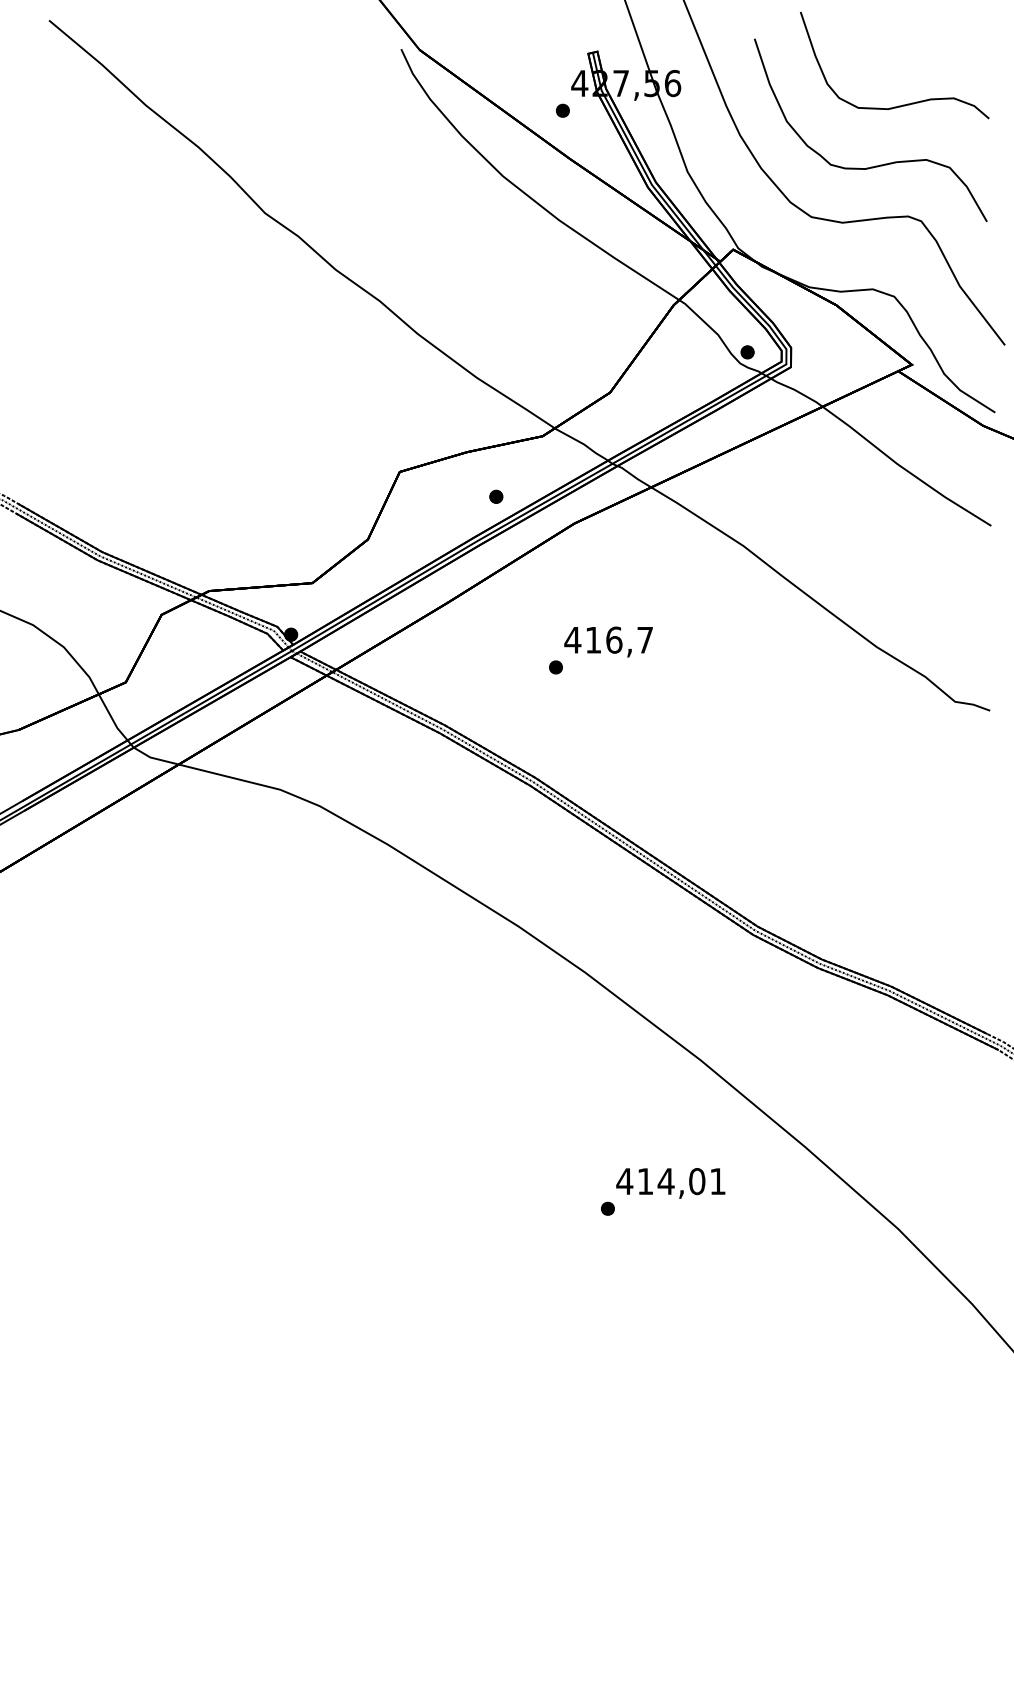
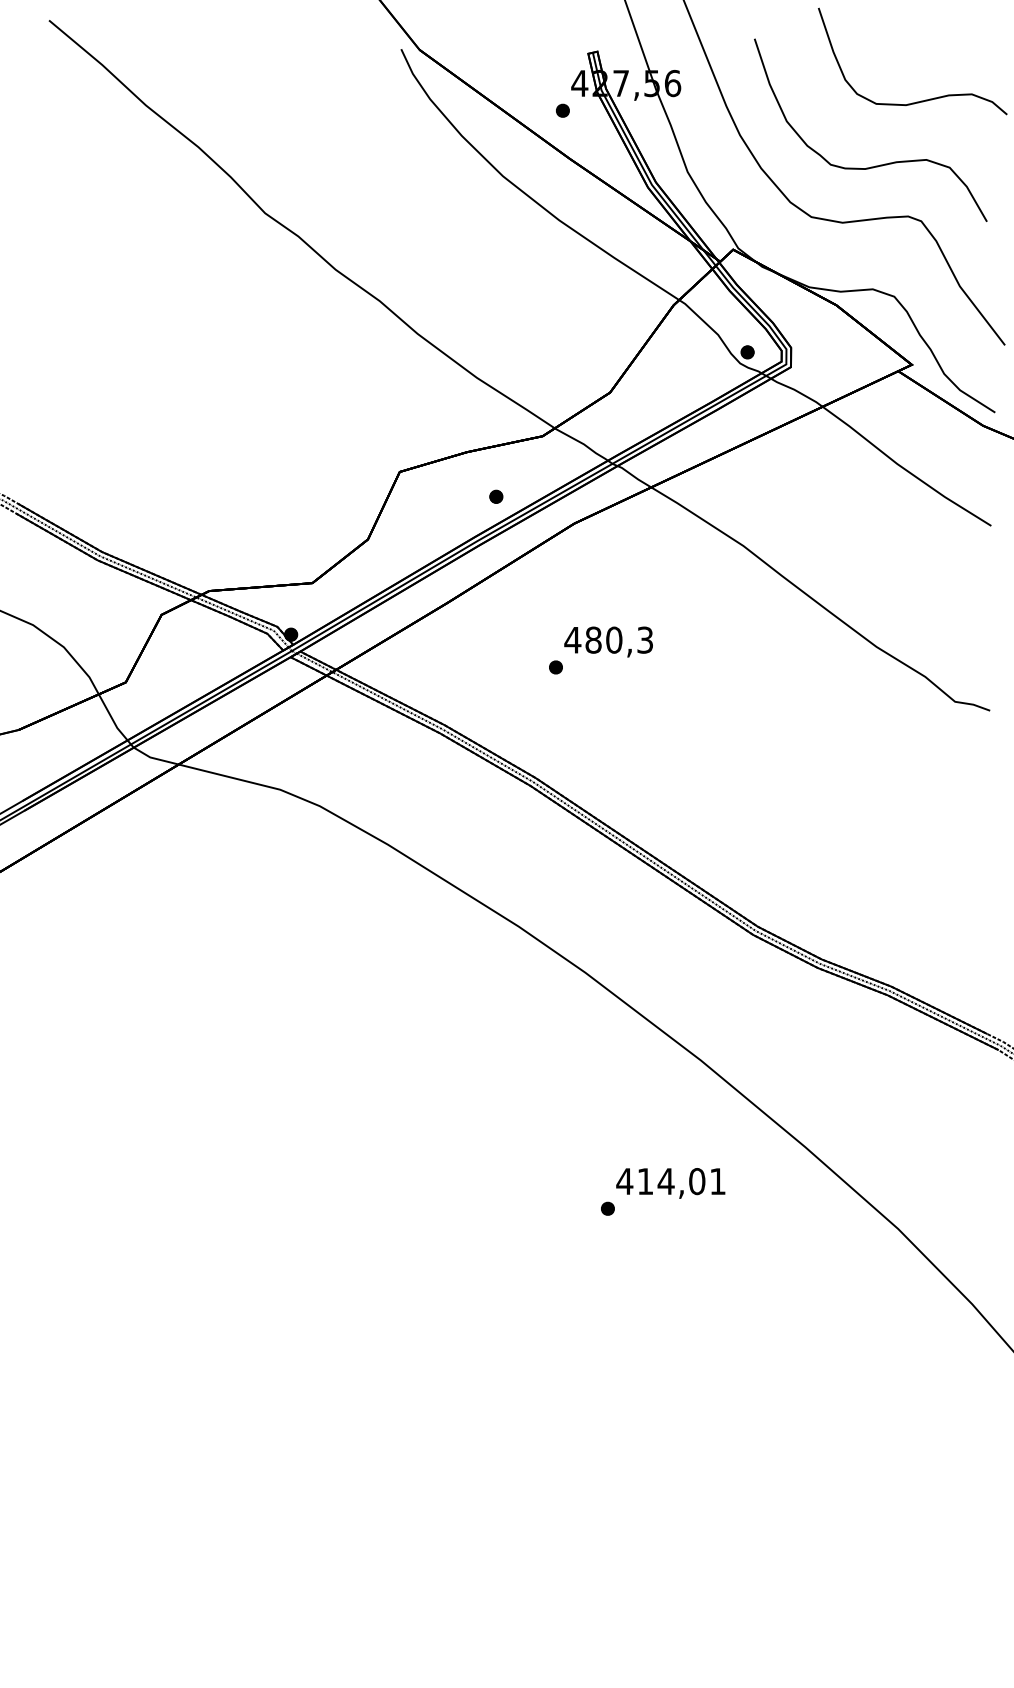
part at (903, 104) position: (903, 104) -> (921, 100)
text at (618, 639): 416,7 -> 480,3
